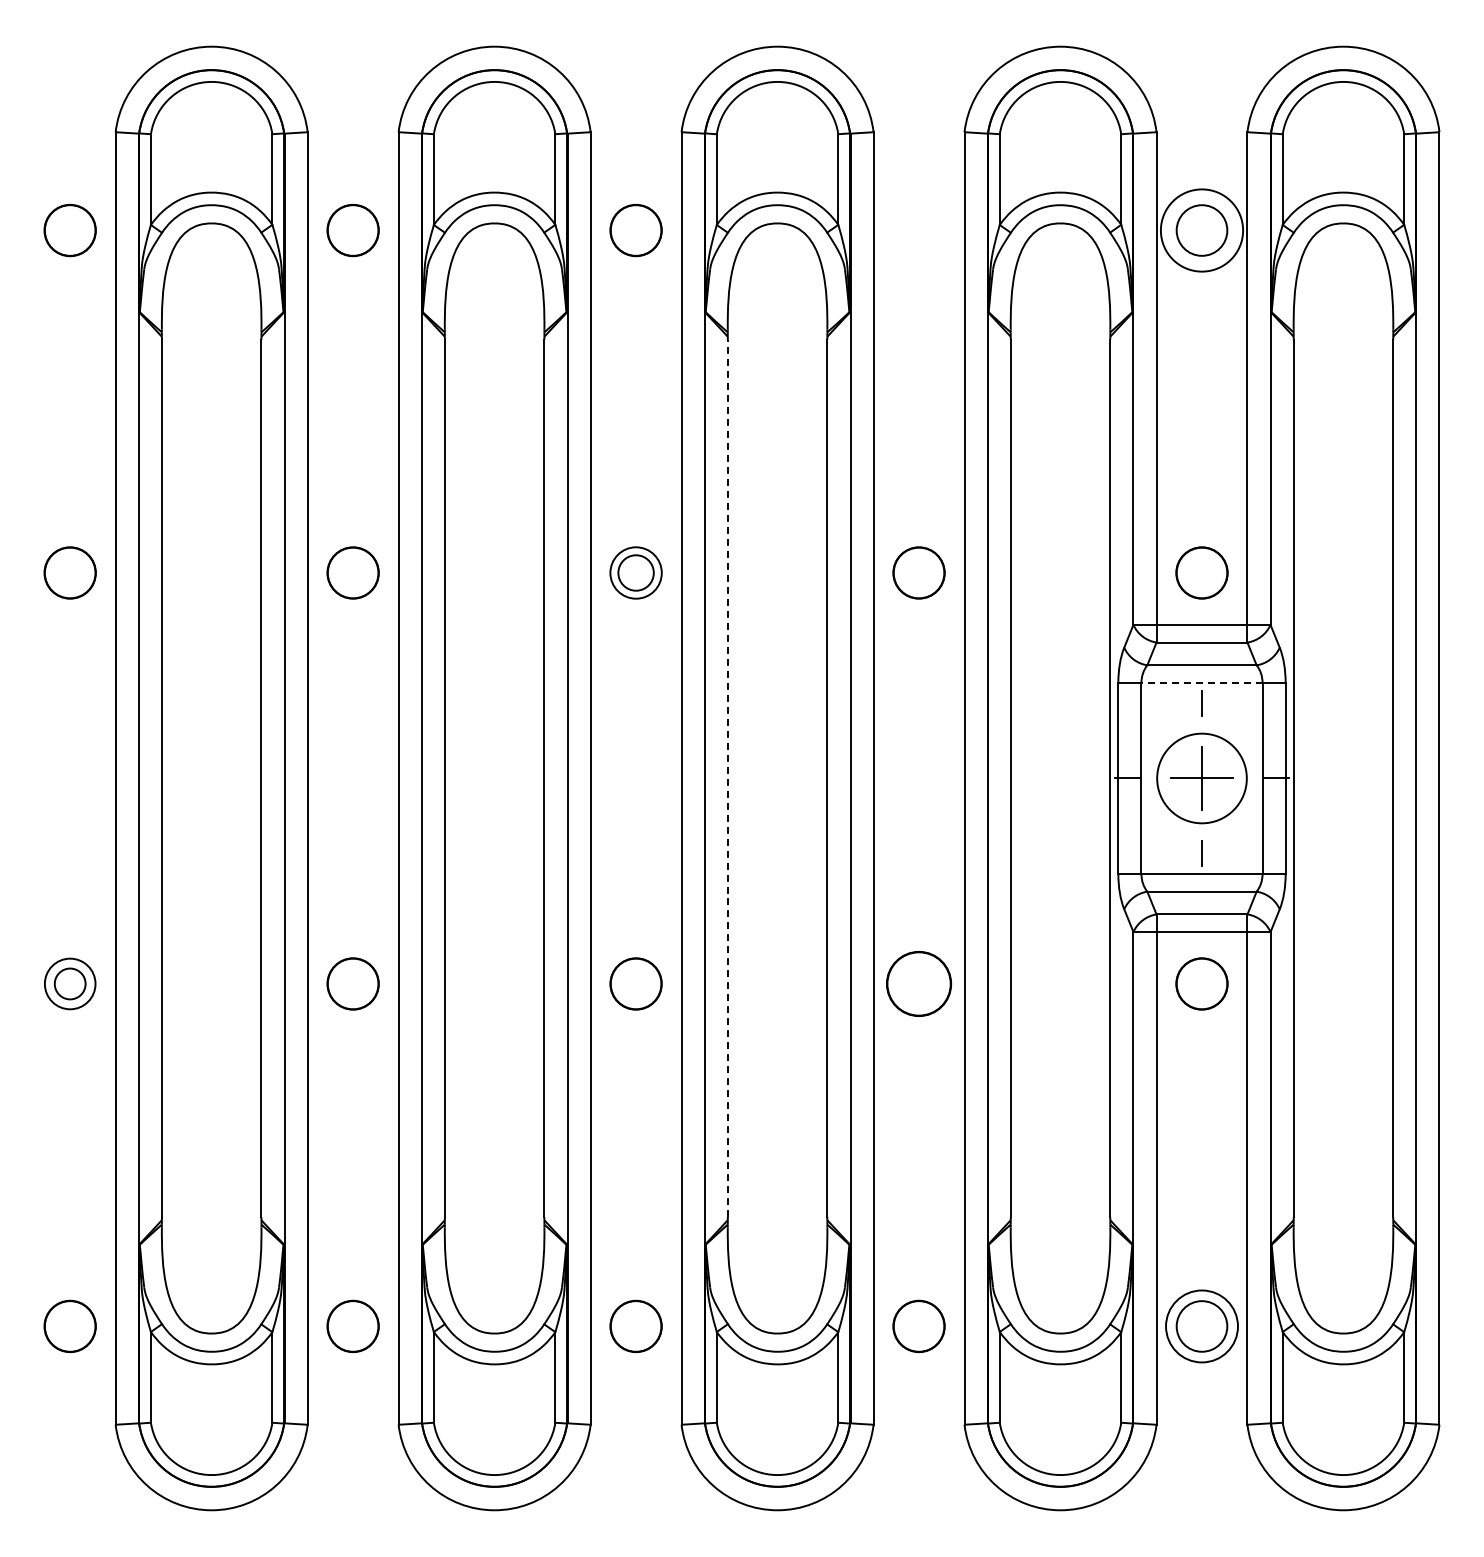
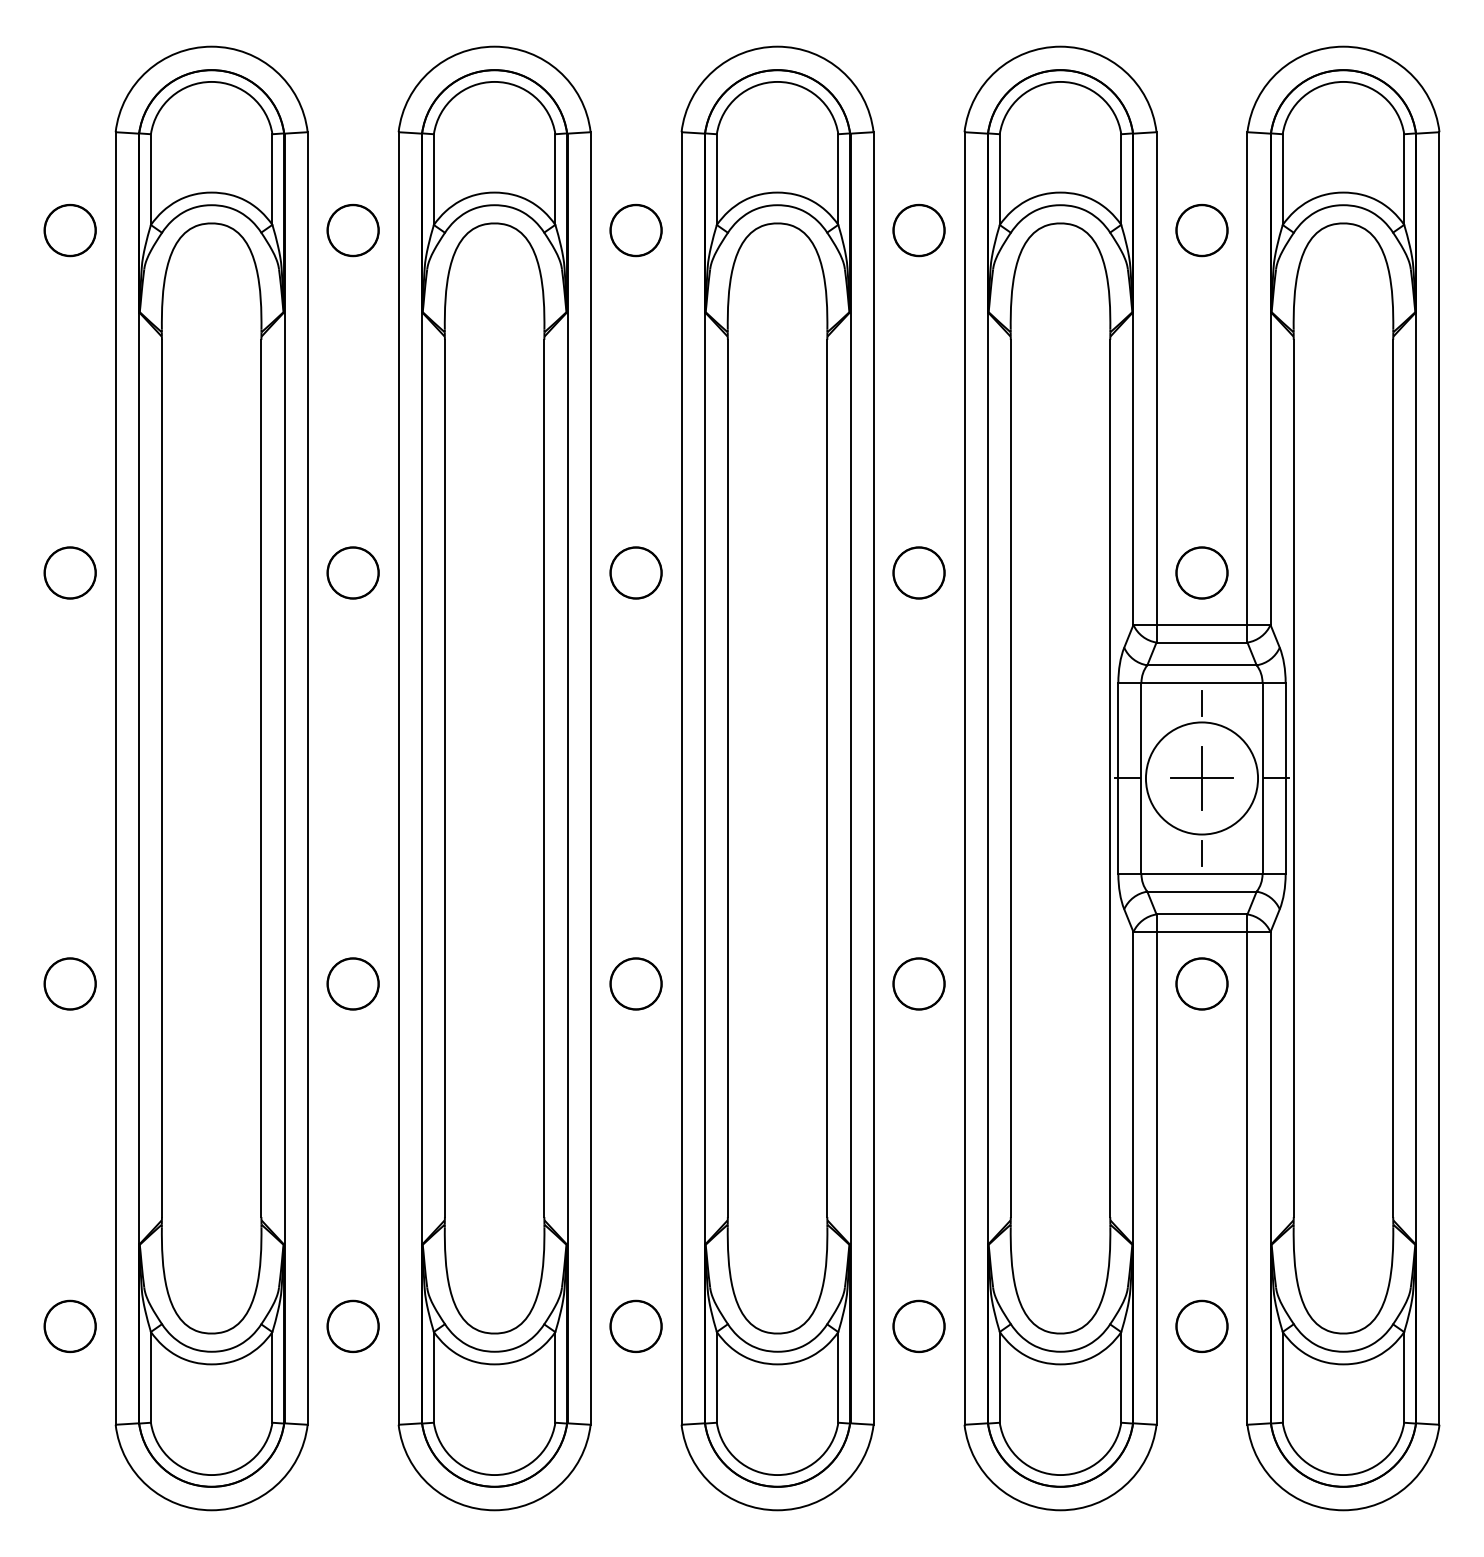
circle at (918, 230): none -> present
circle at (1201, 230) diameter: 82 px -> 51 px
circle at (635, 572) diameter: 35 px -> 51 px
line at (1202, 682): dashed -> solid
line at (727, 778): dashed -> solid
circle at (1201, 778) diameter: 90 px -> 112 px
circle at (69, 983) diameter: 31 px -> 51 px
circle at (919, 983) size: 67x66 px -> 54x54 px
circle at (1201, 1326) diameter: 72 px -> 51 px
